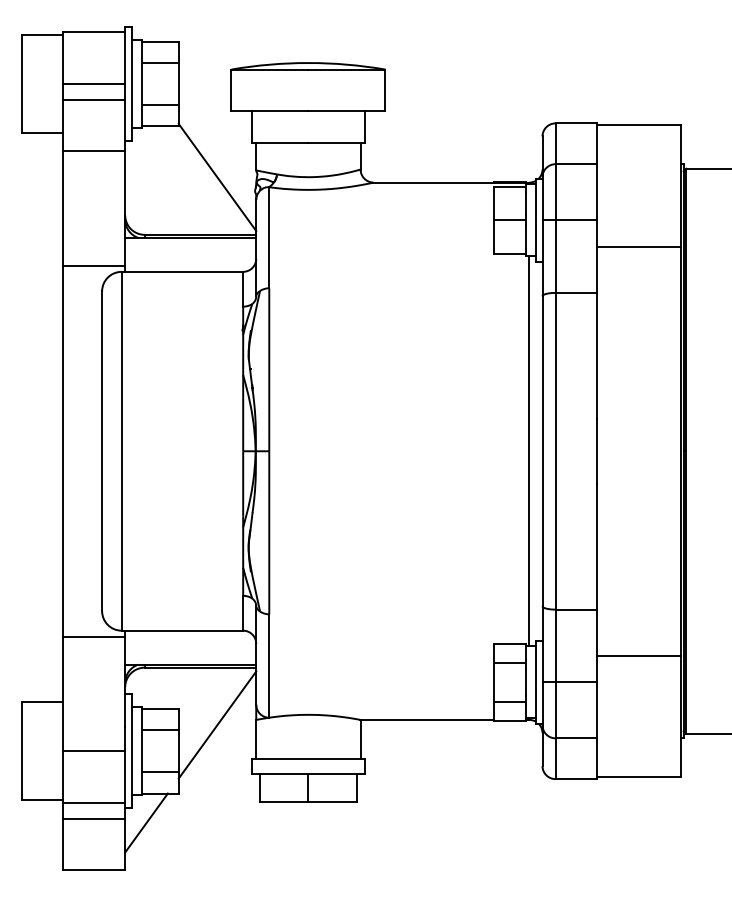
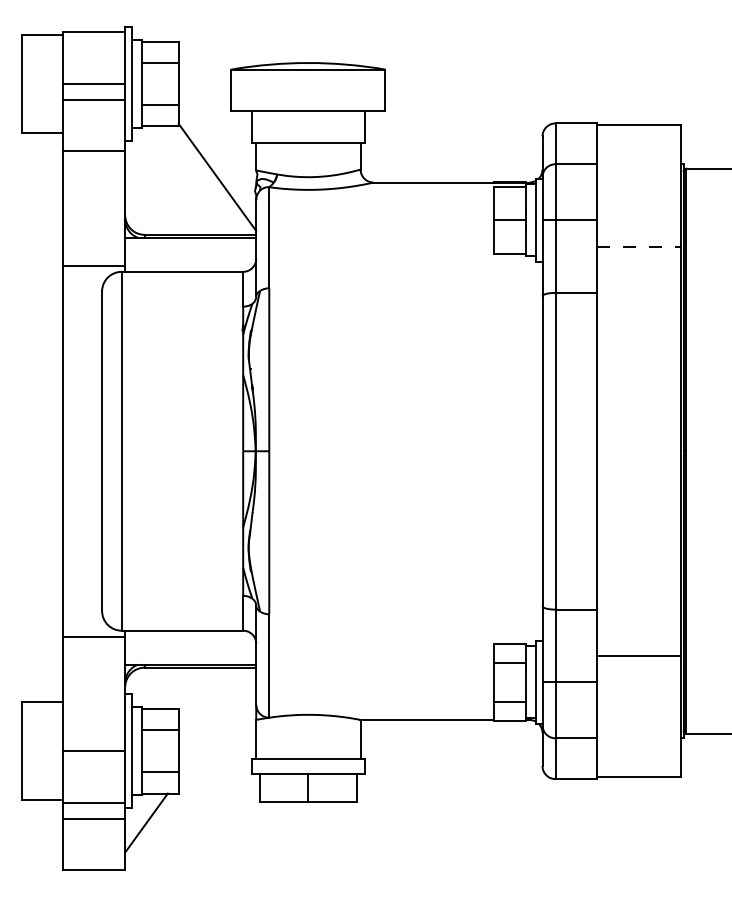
line at (639, 246): solid -> dashed
line at (529, 451): present -> none
line at (217, 724): present -> none
